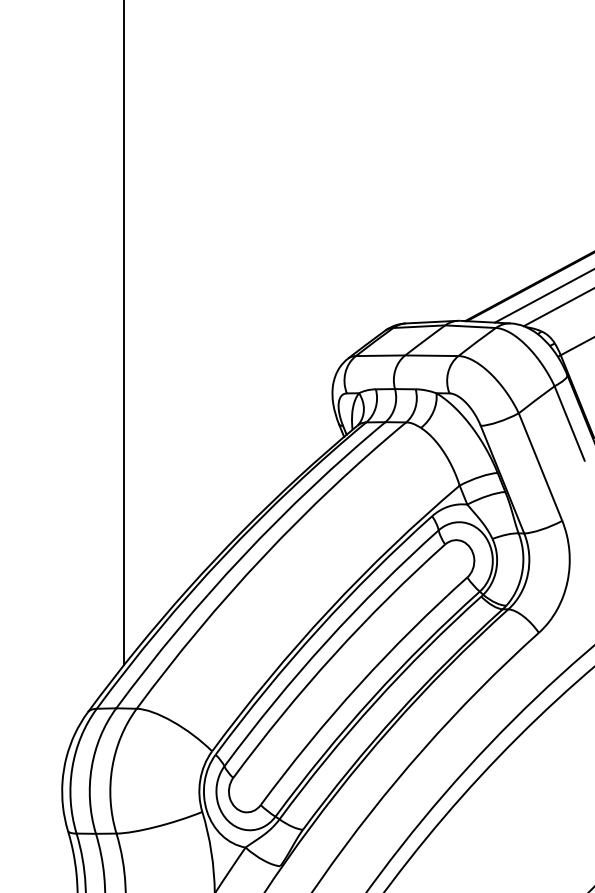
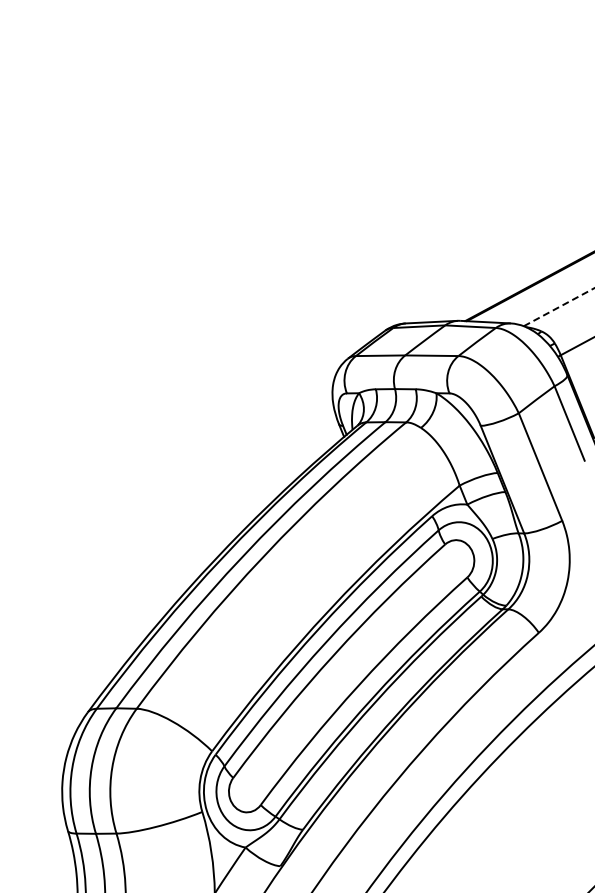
line at (542, 296): present -> none
line at (559, 306): solid -> dashed
line at (124, 333): present -> none
